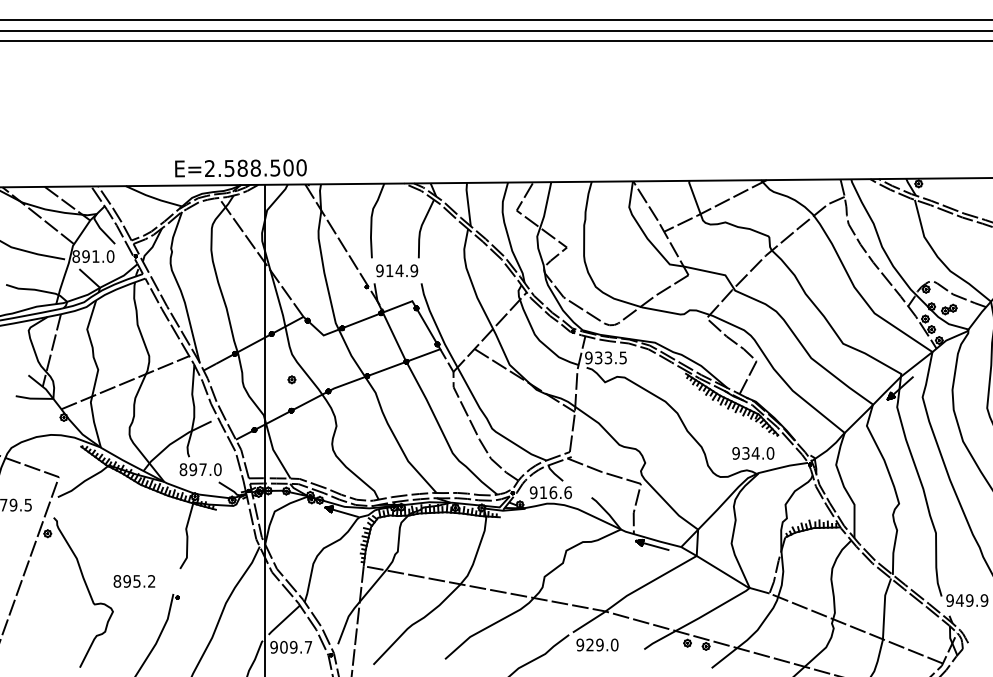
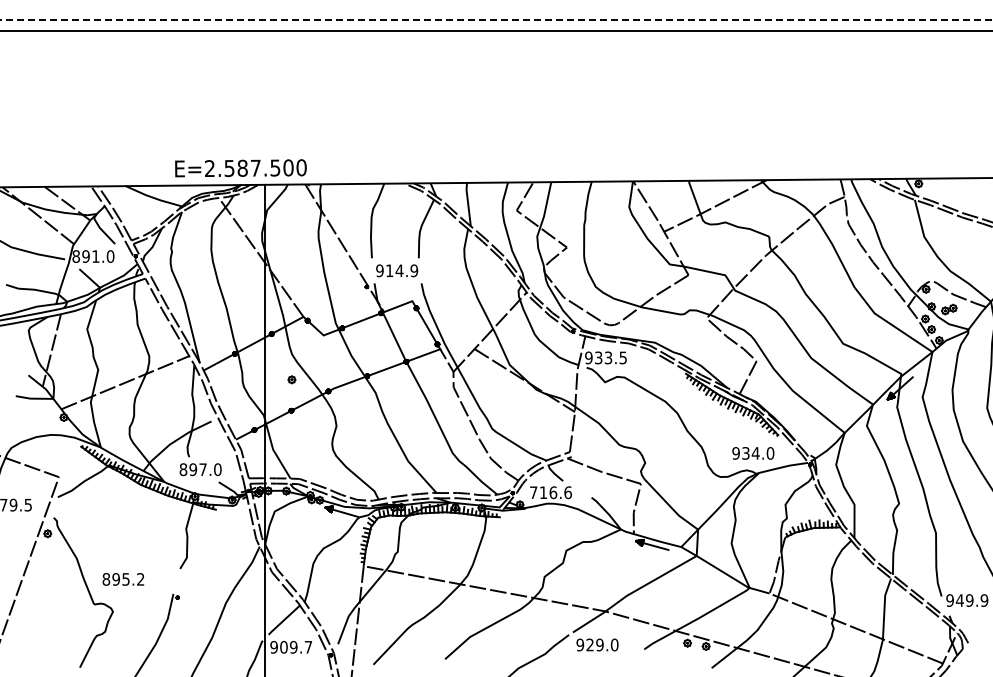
line at (495, 20): solid -> dashed
line at (495, 41): present -> none
text at (255, 167): E=2.588.500 -> E=2.587.500
text at (533, 492): 916.6 -> 716.6
text at (134, 581) position: (134, 581) -> (123, 579)
